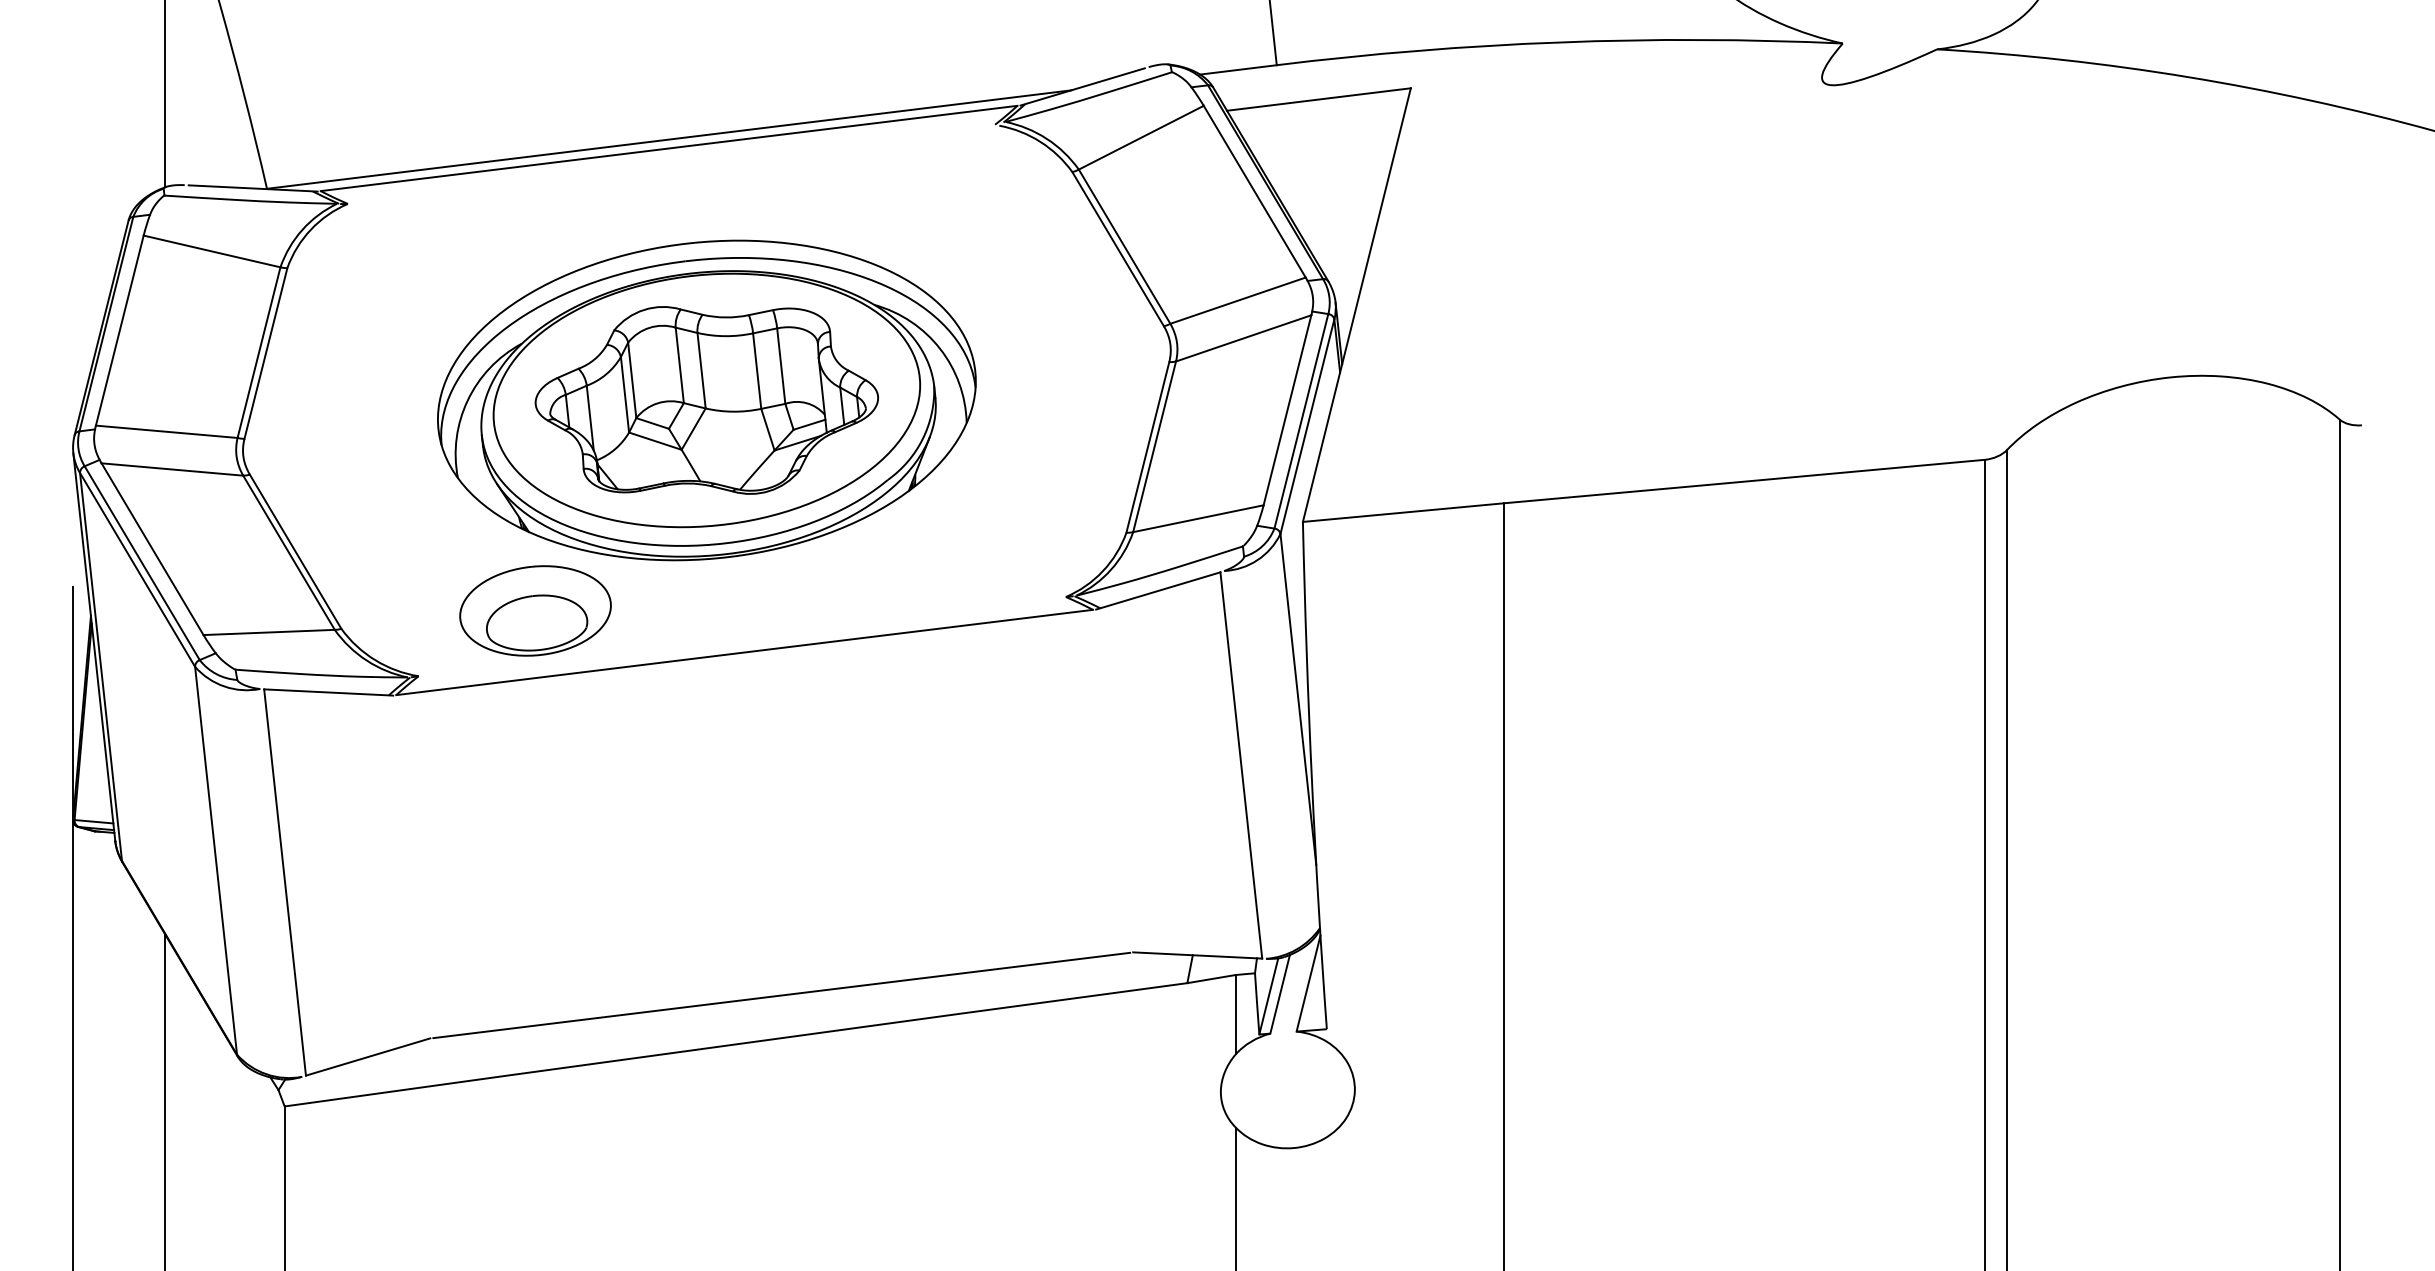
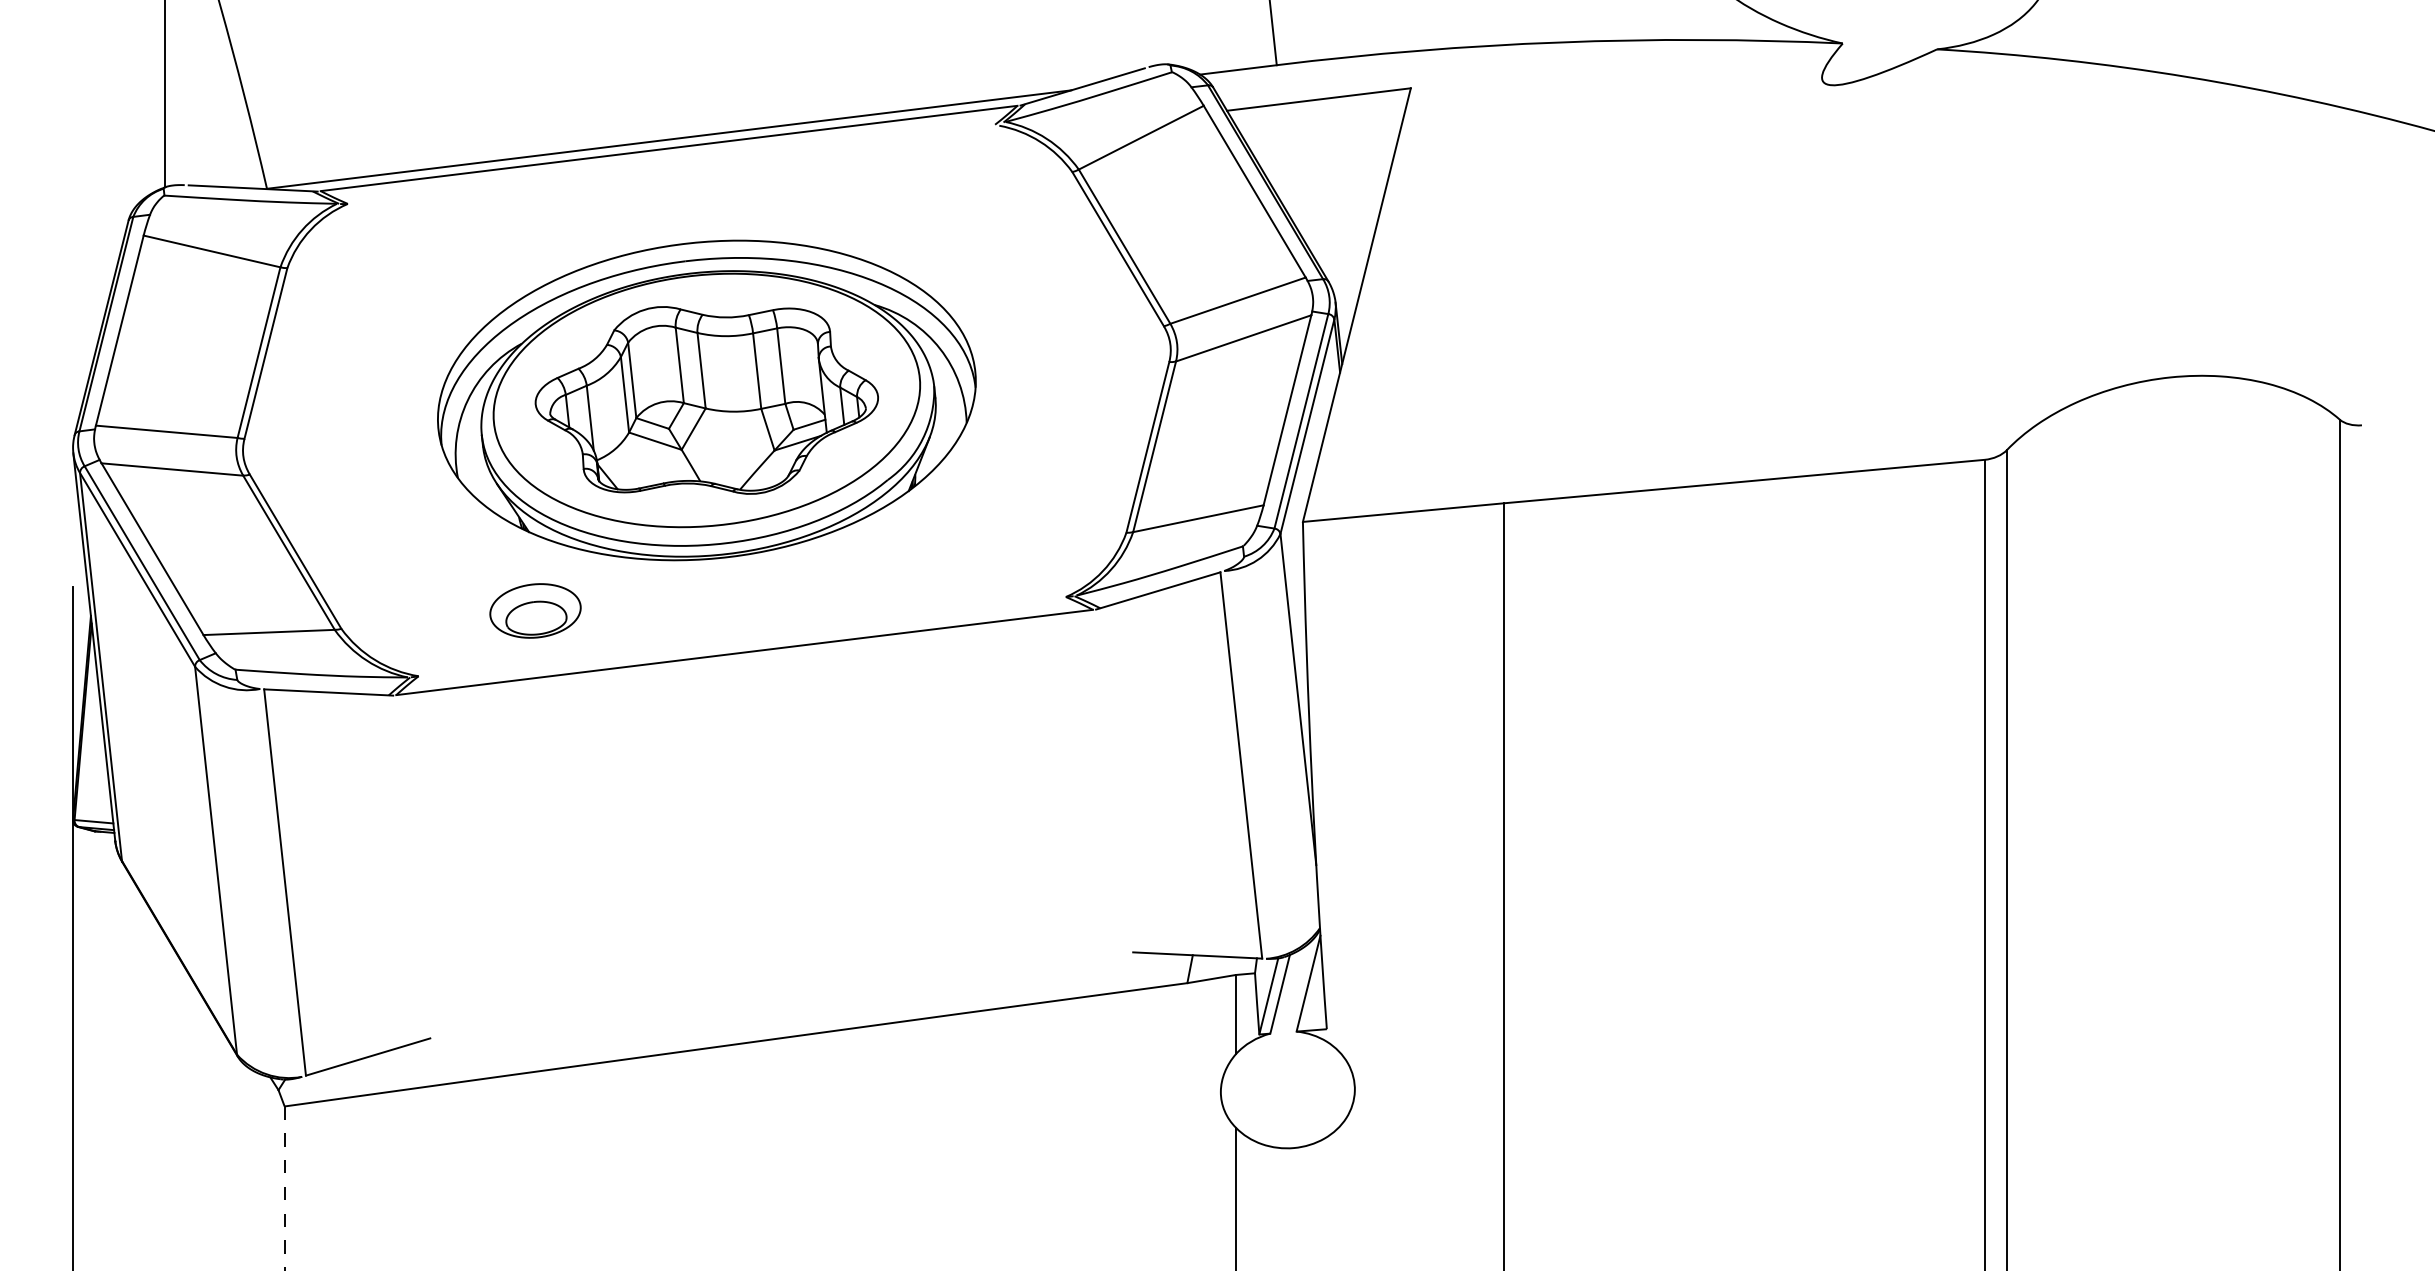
part at (535, 610) size: 153x92 px -> 93x56 px
line at (781, 995): present -> none
line at (165, 1100): present -> none
line at (284, 1188): solid -> dashed
